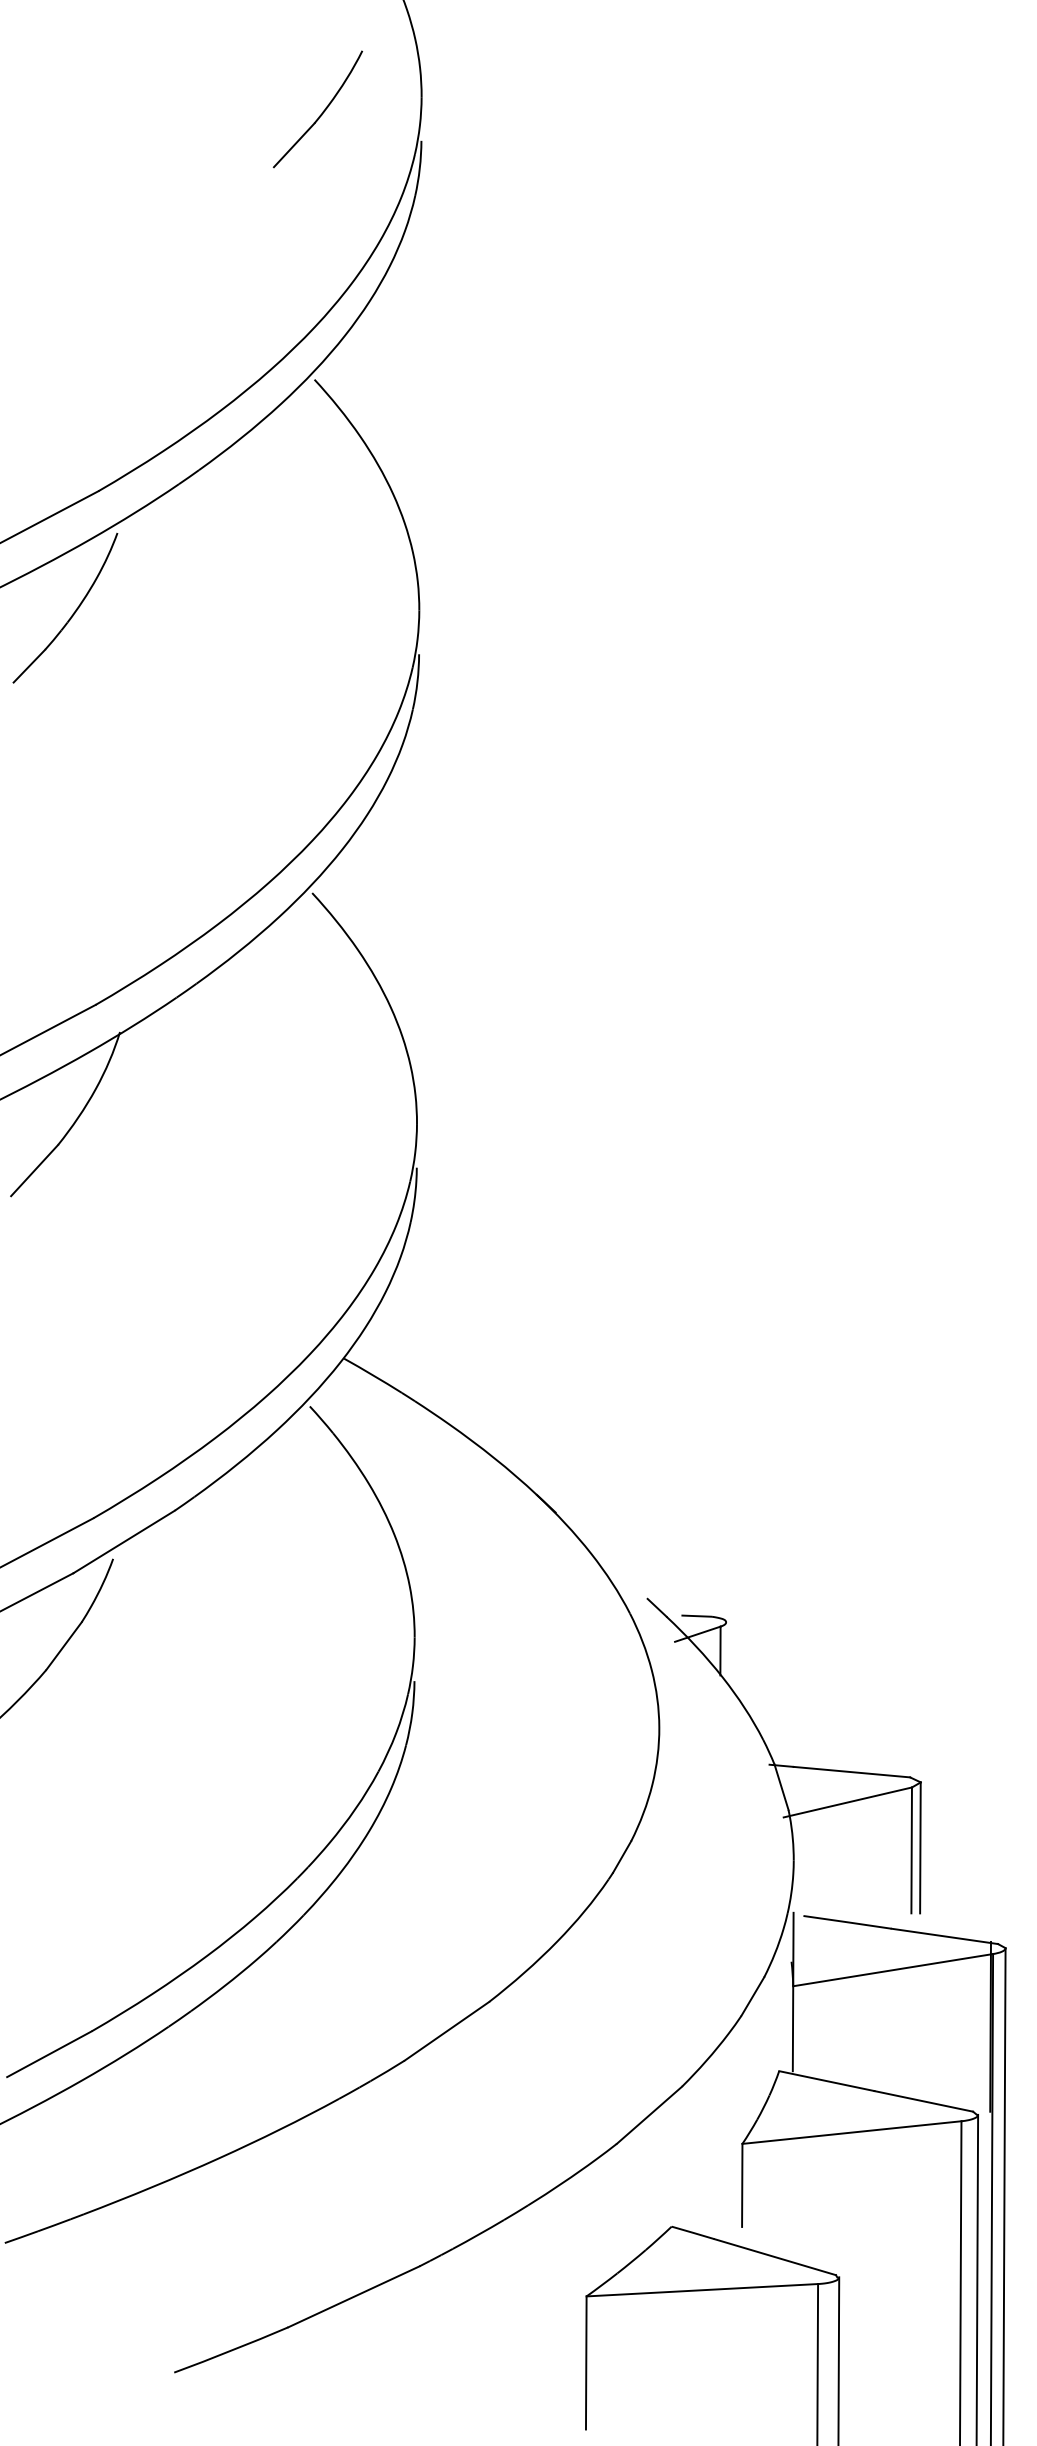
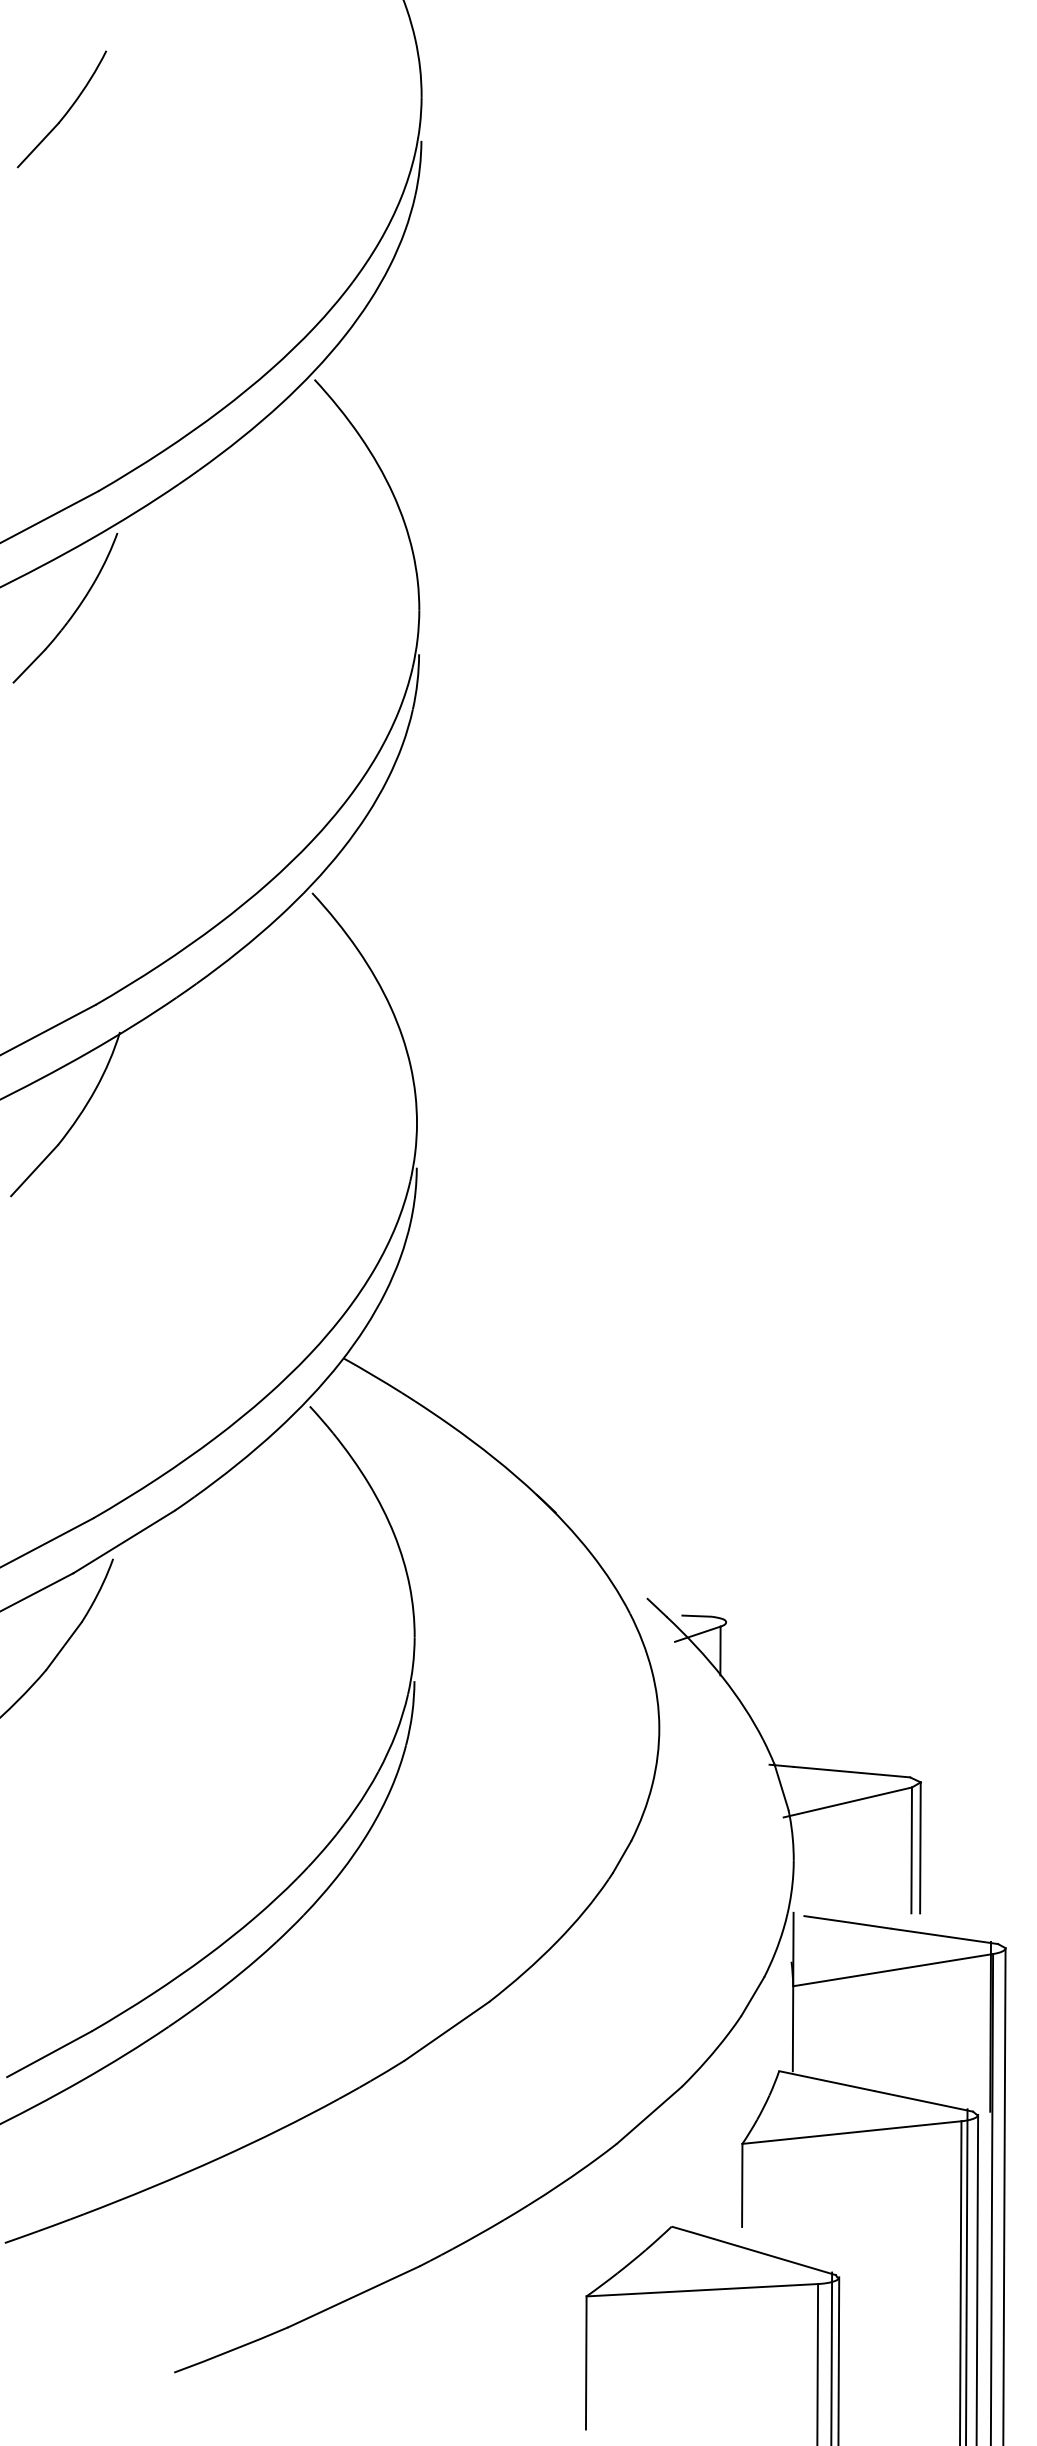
part at (317, 109) position: (317, 109) -> (61, 109)
line at (966, 2275): none -> present
line at (831, 2357): none -> present
